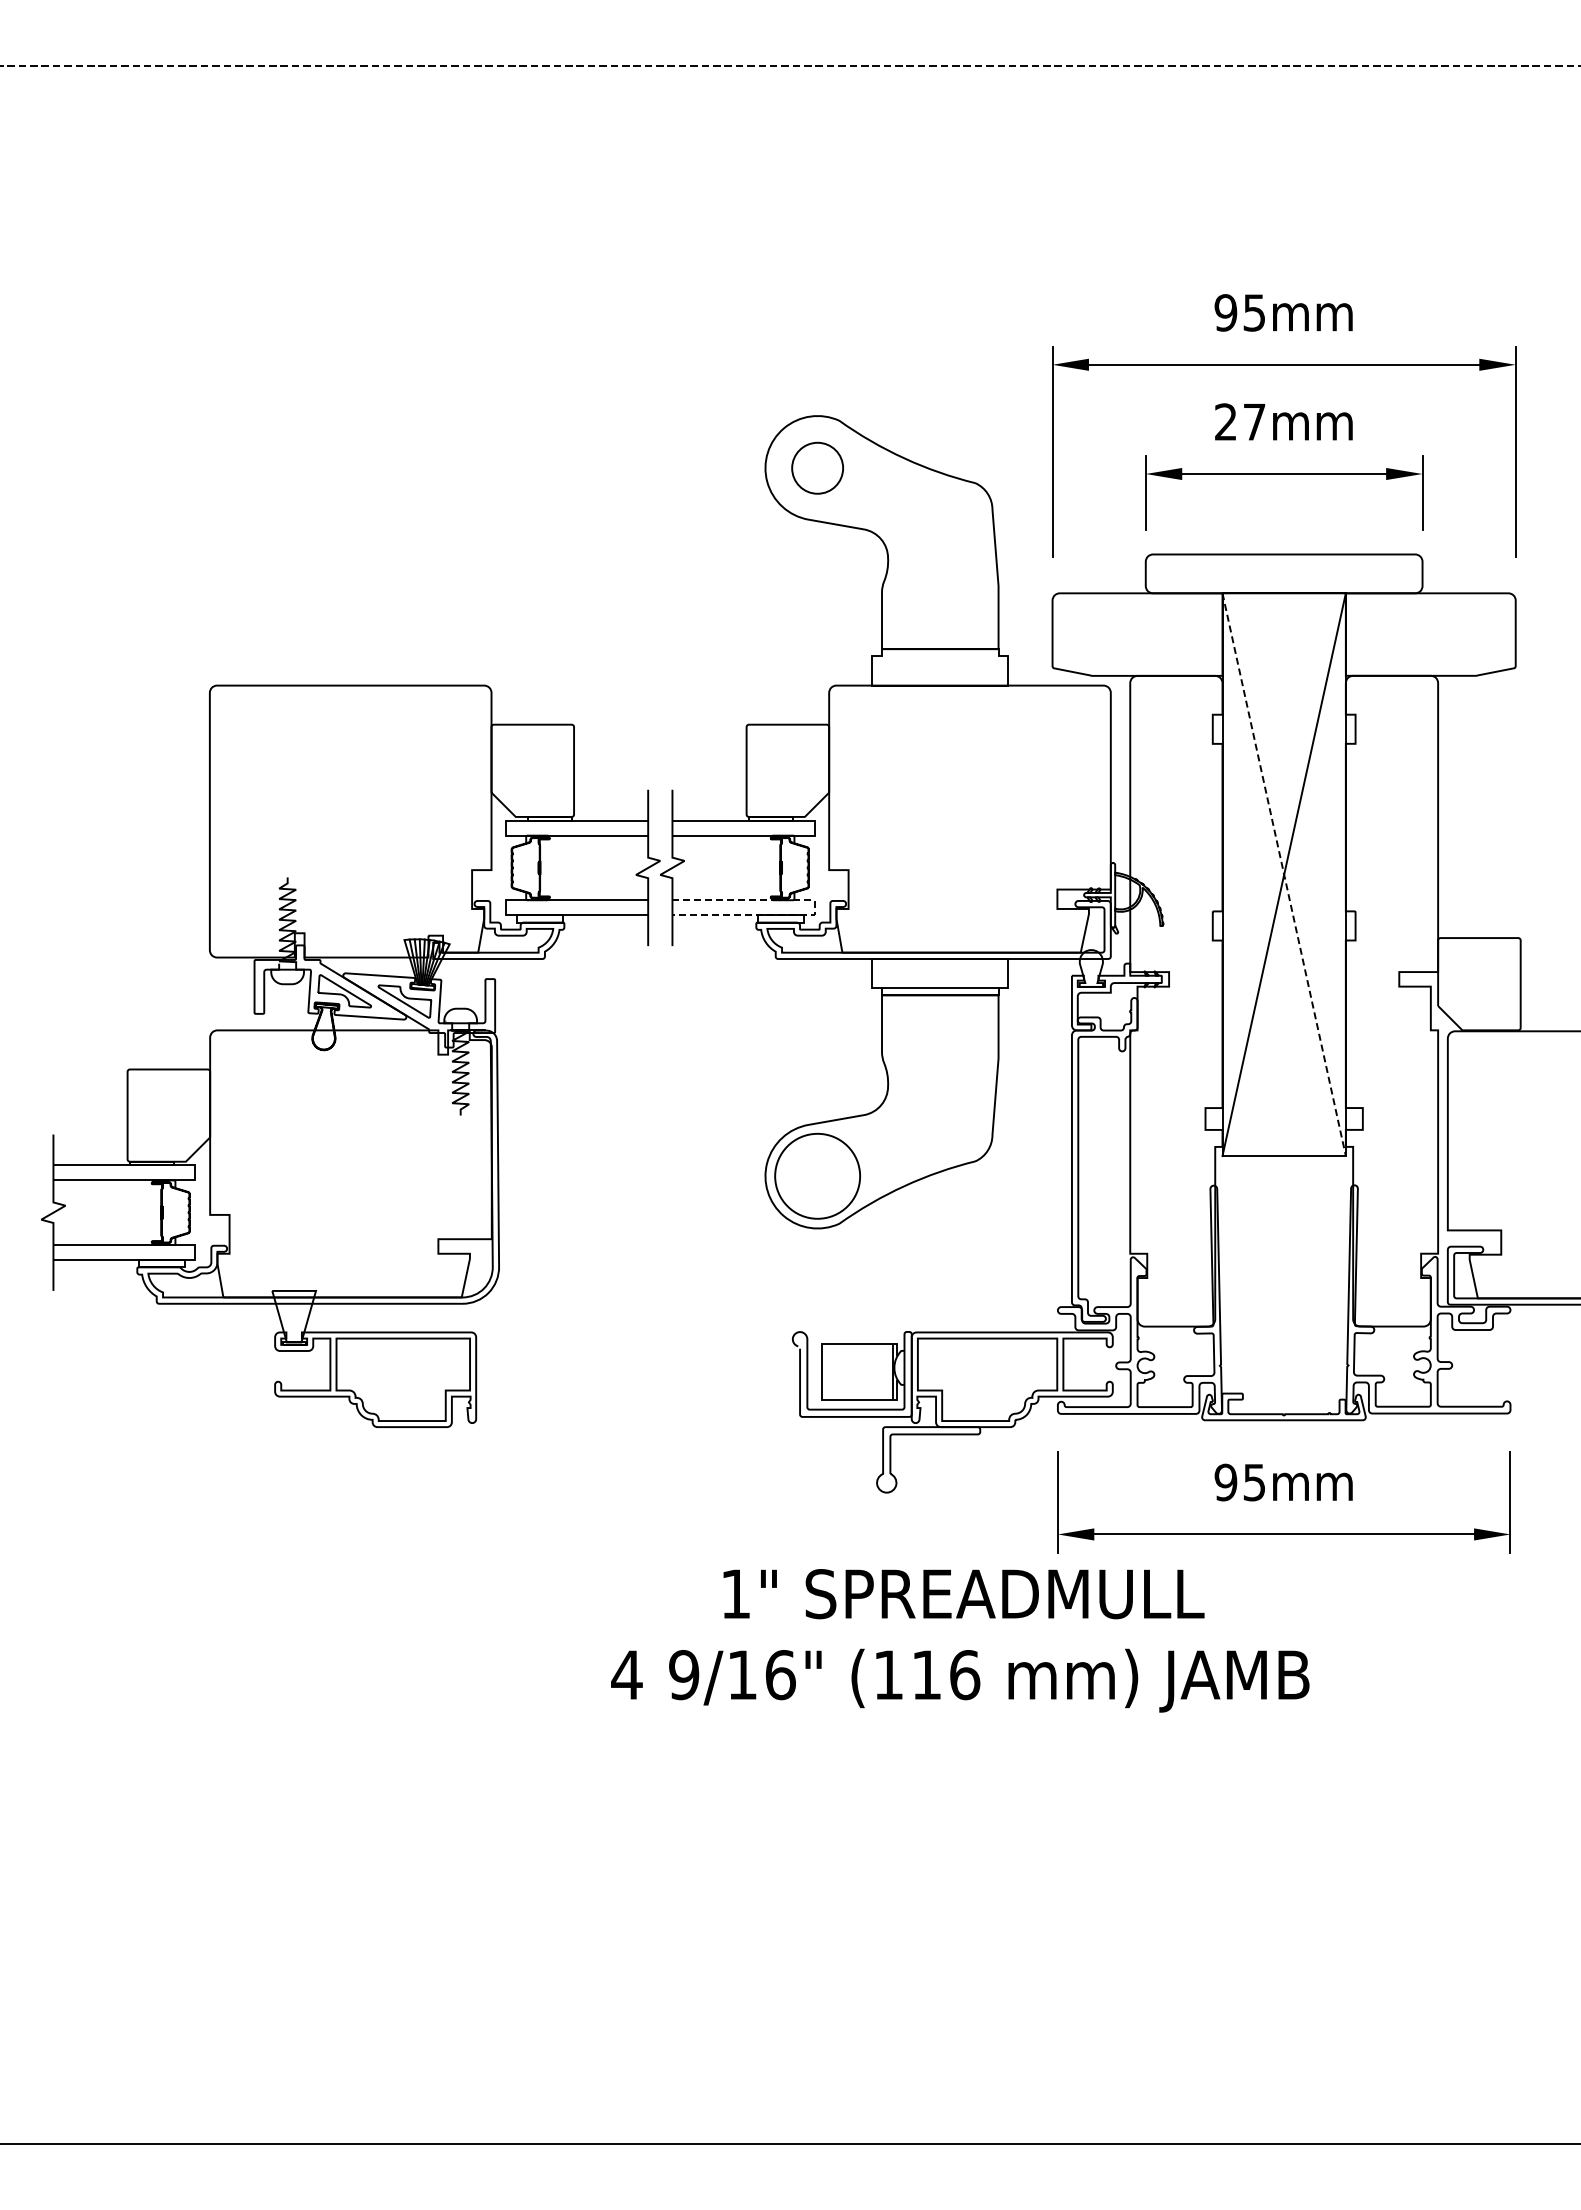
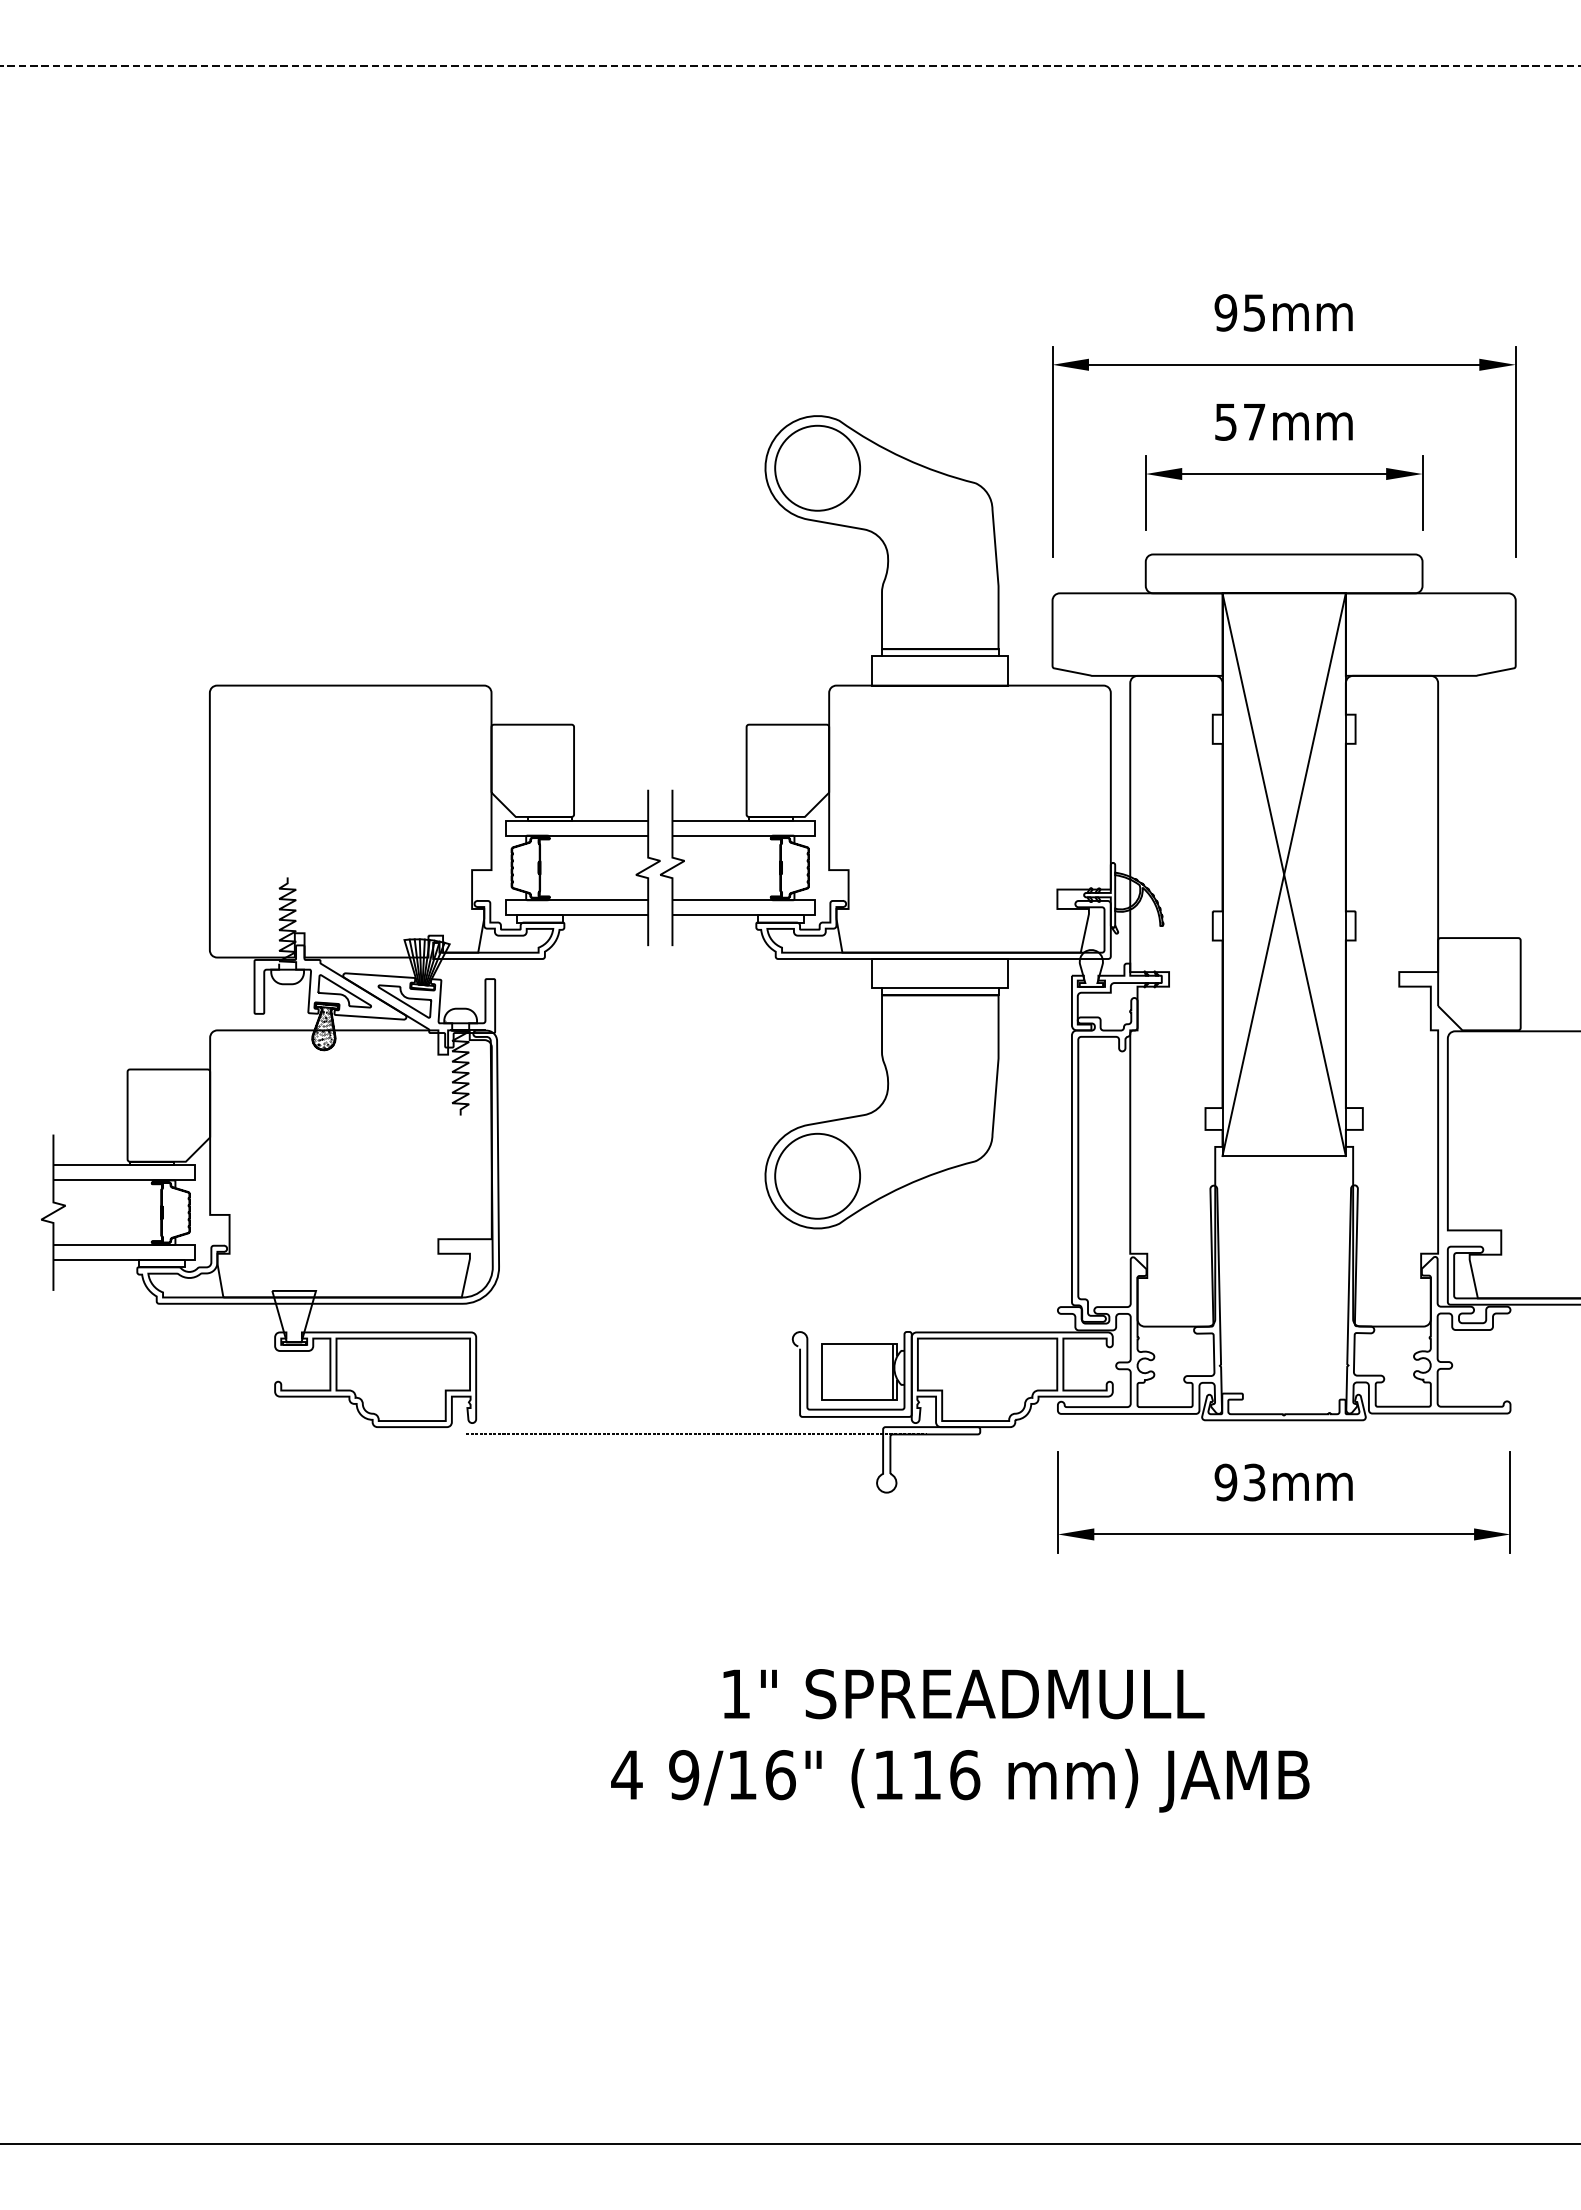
text at (1225, 421): 27mm -> 57mm
circle at (817, 467) diameter: 51 px -> 85 px
line at (940, 656): none -> present
line at (1284, 875): dashed -> solid
line at (814, 907): dashed -> solid
hatch at (323, 1027): none -> present
line at (696, 1434): none -> present
text at (1254, 1481): 95mm -> 93mm
text at (960, 1640) position: (960, 1640) -> (960, 1740)
